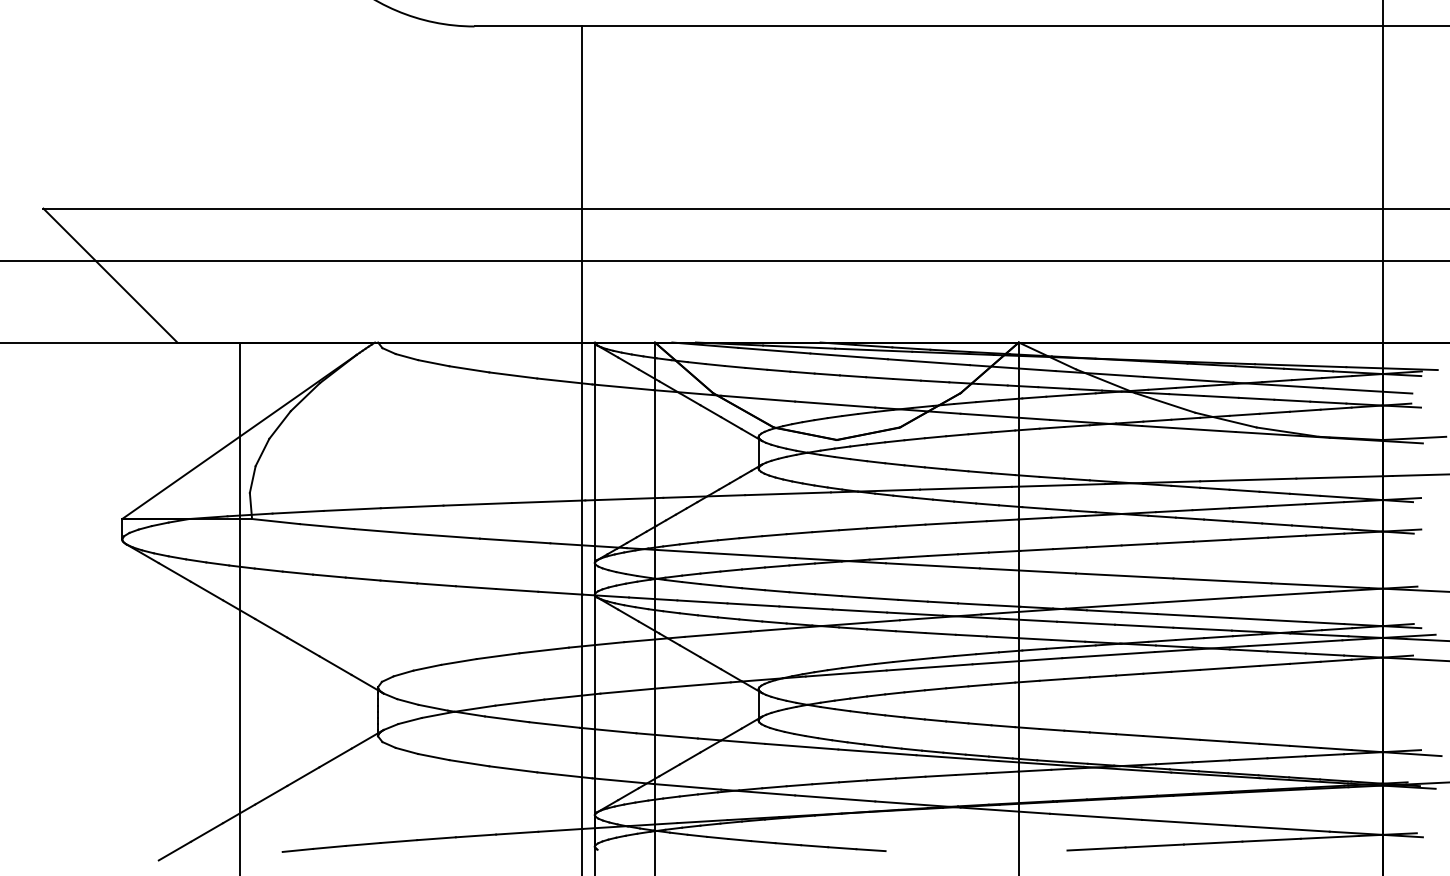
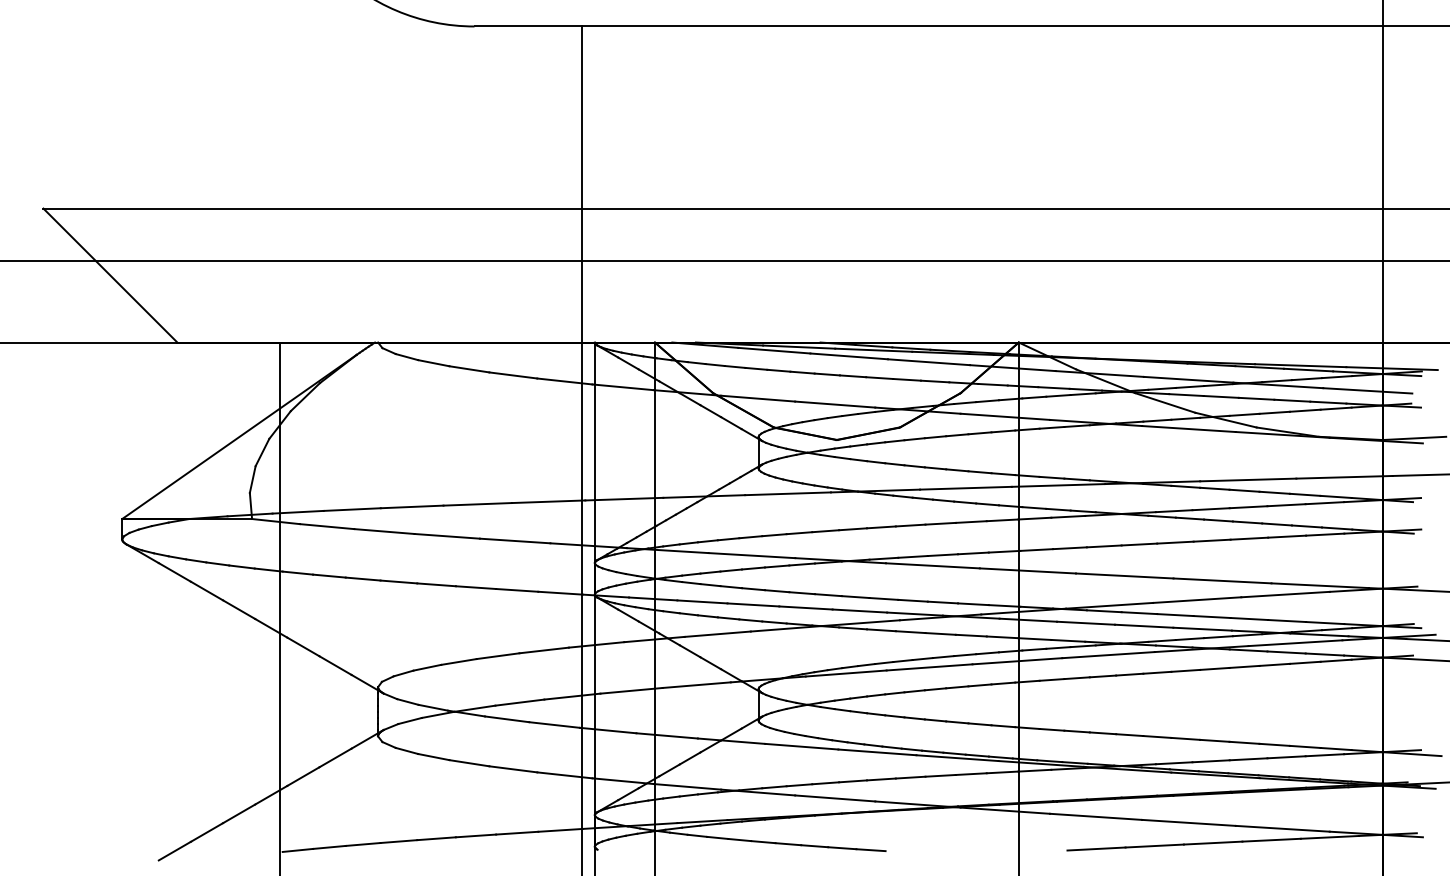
line at (239, 607) position: (239, 607) -> (279, 607)
